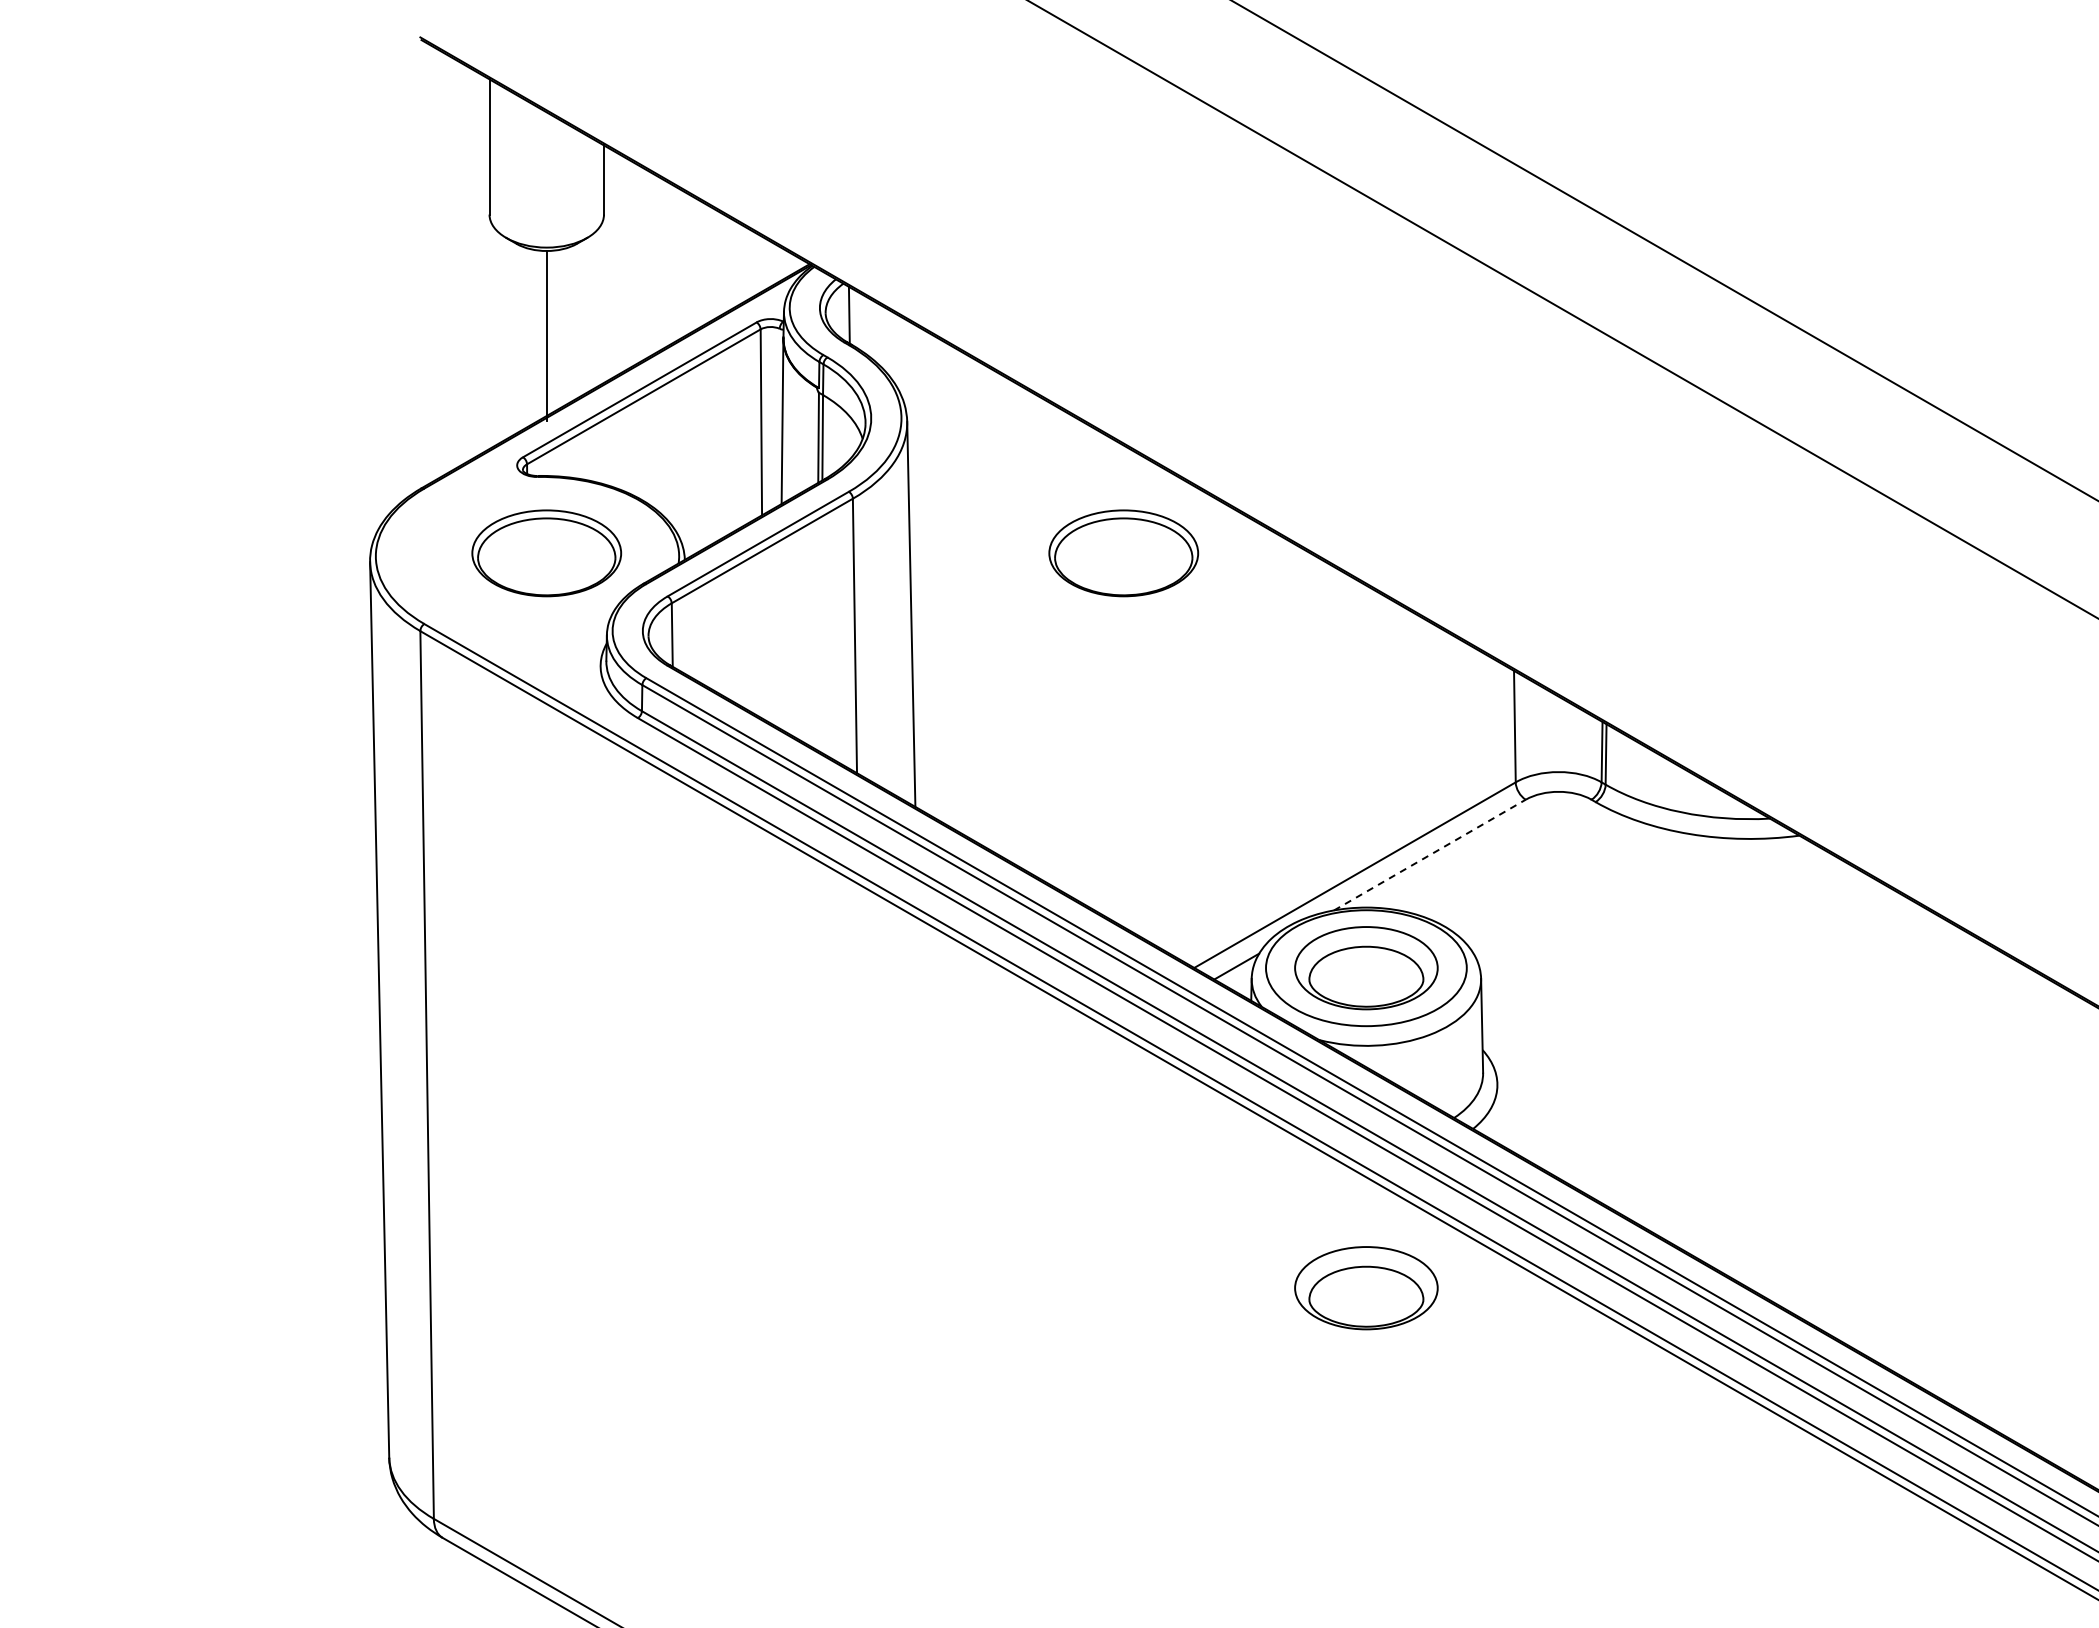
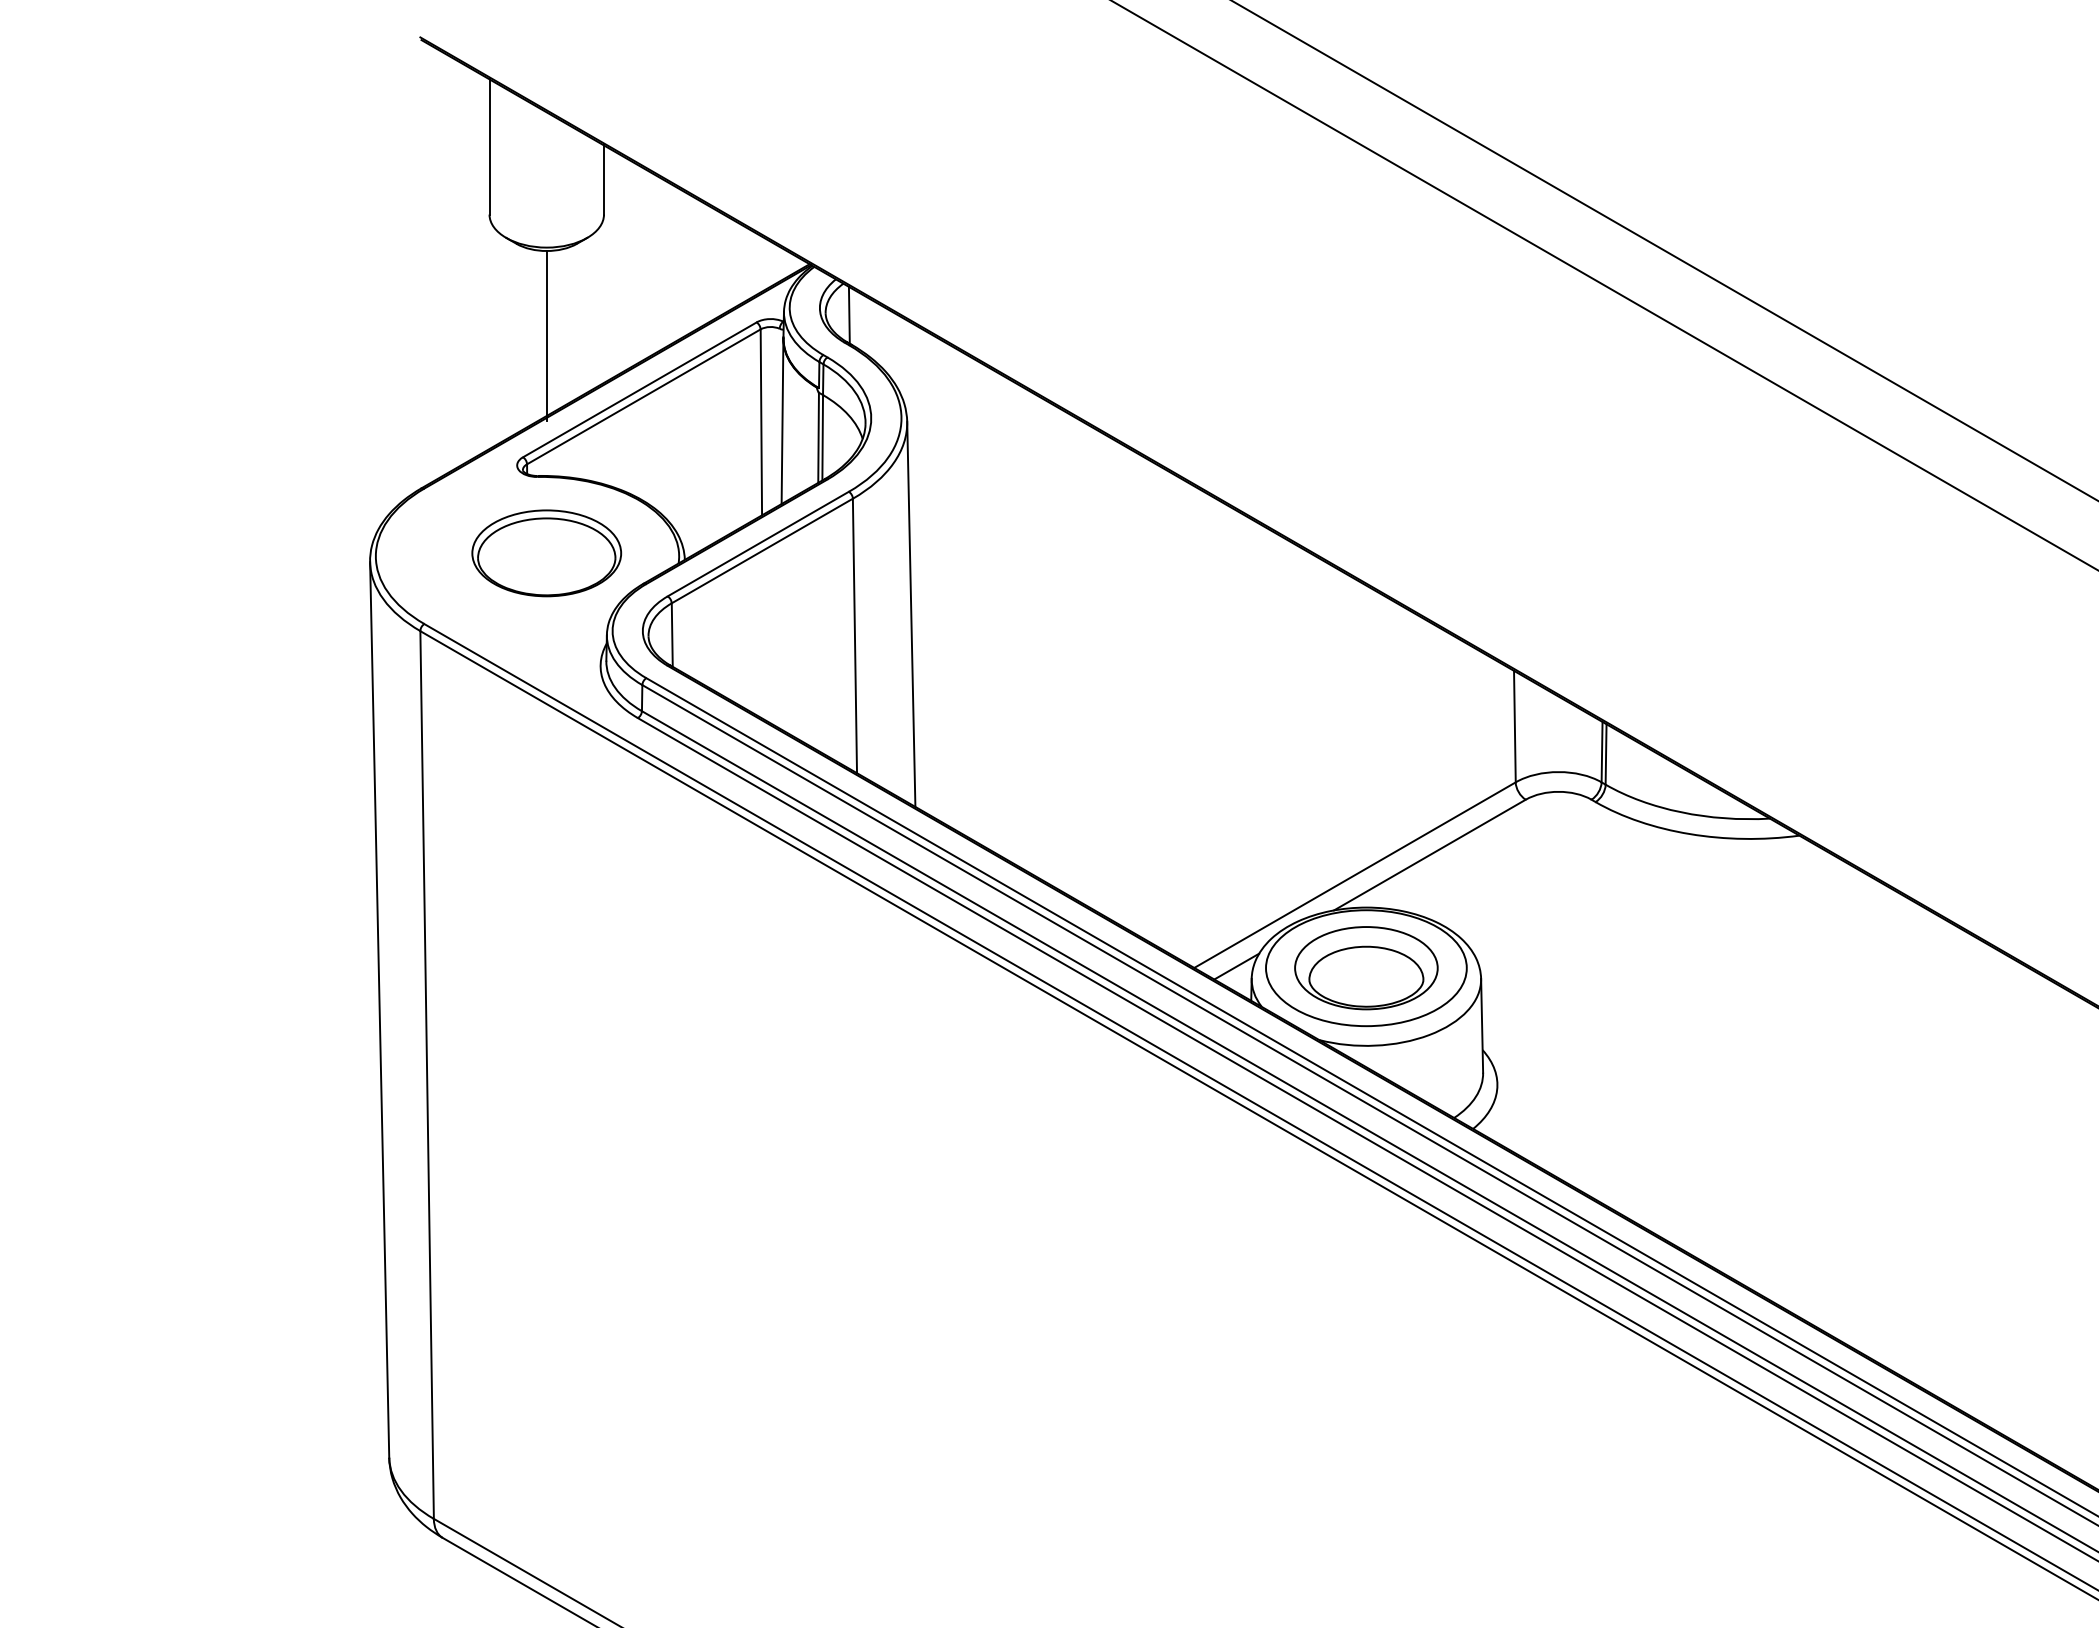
line at (1562, 309) position: (1562, 309) -> (1604, 285)
part at (1123, 553): present -> none
line at (1429, 855): dashed -> solid
part at (1366, 1288): present -> none
